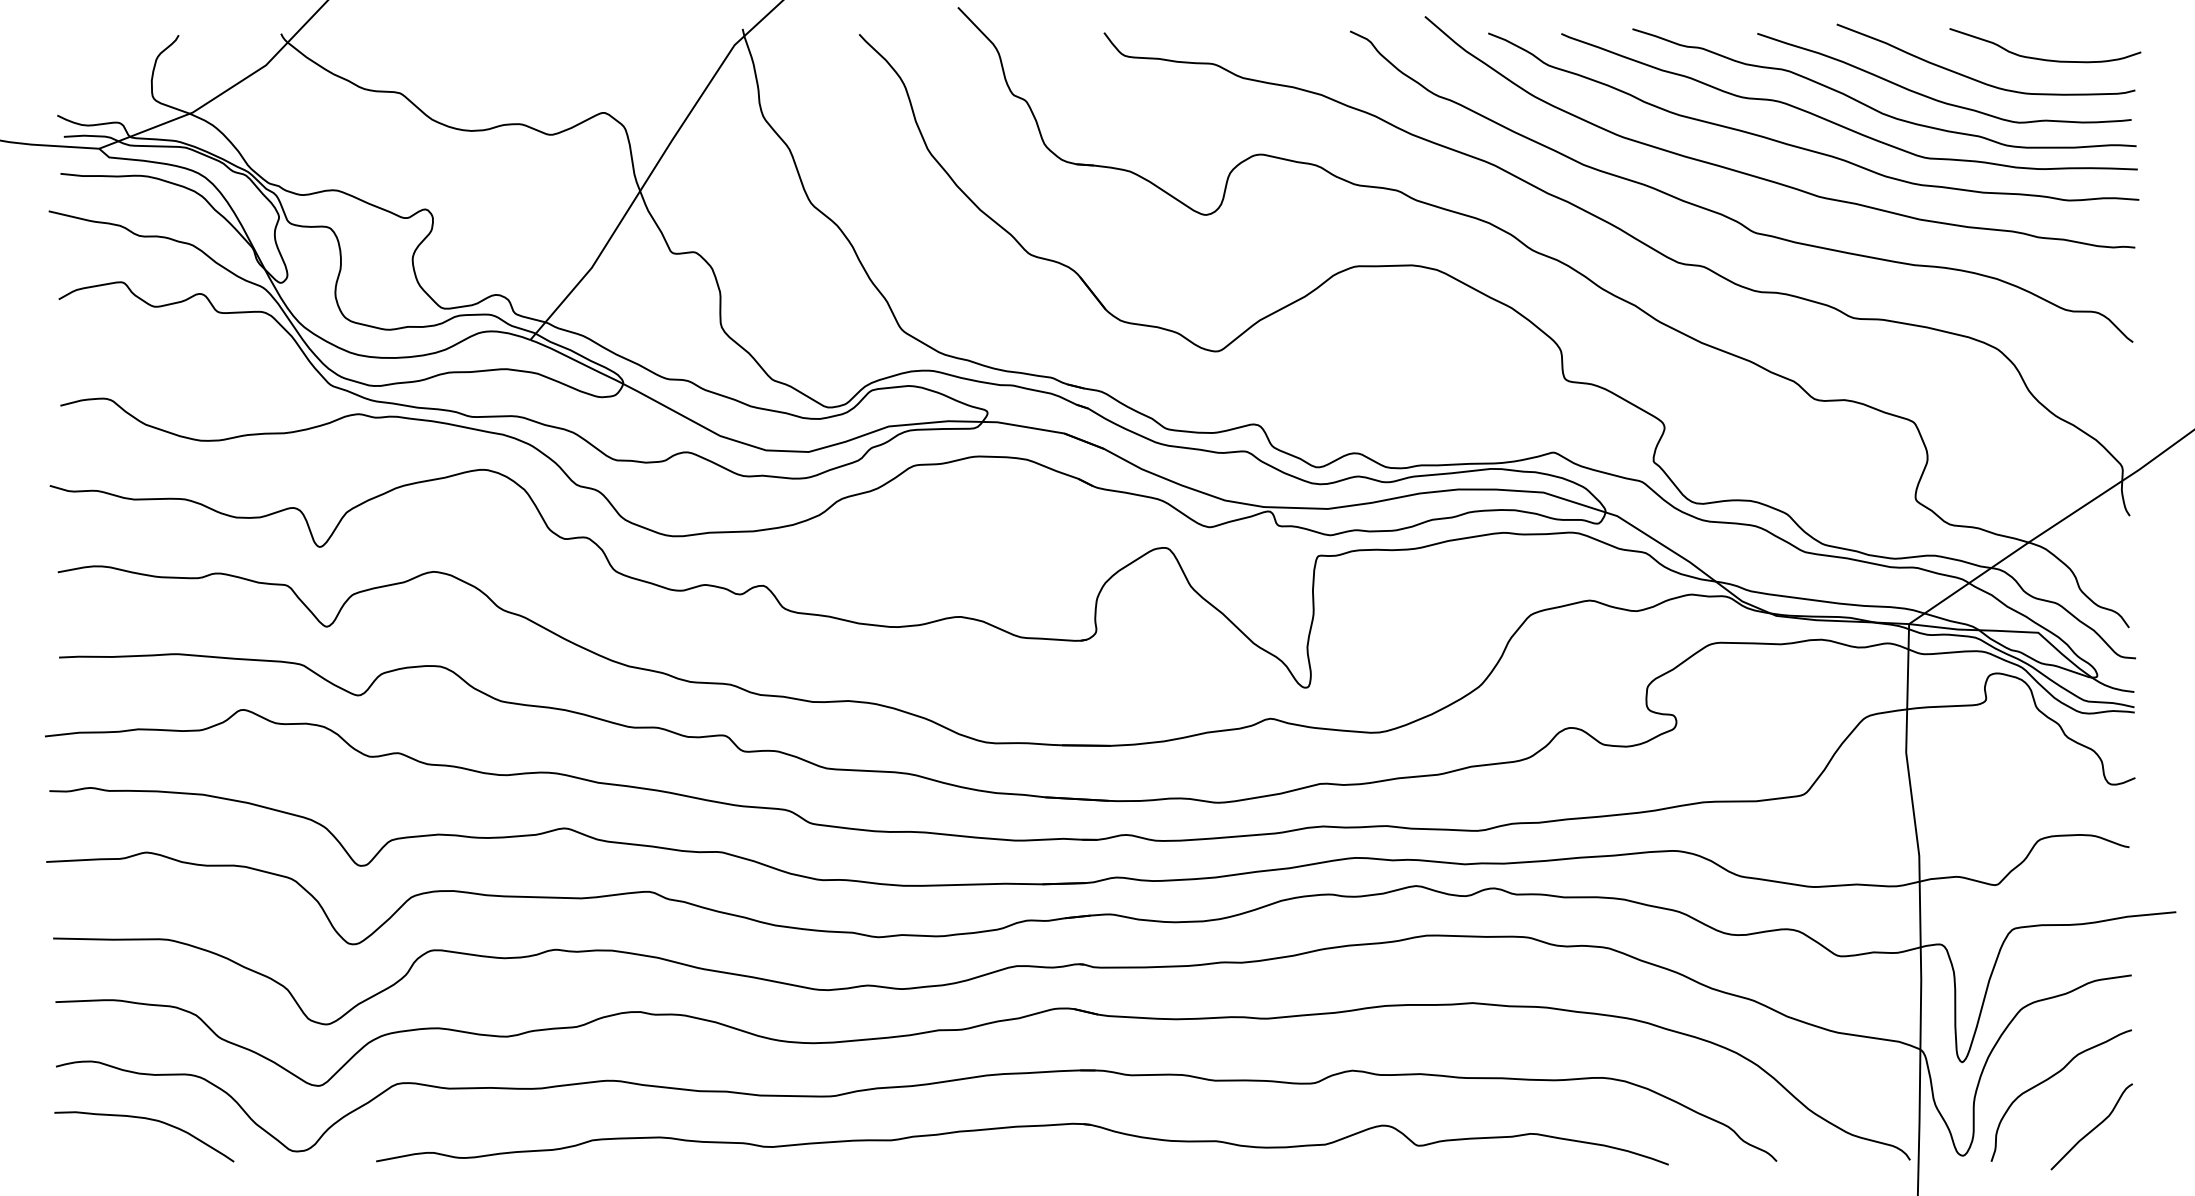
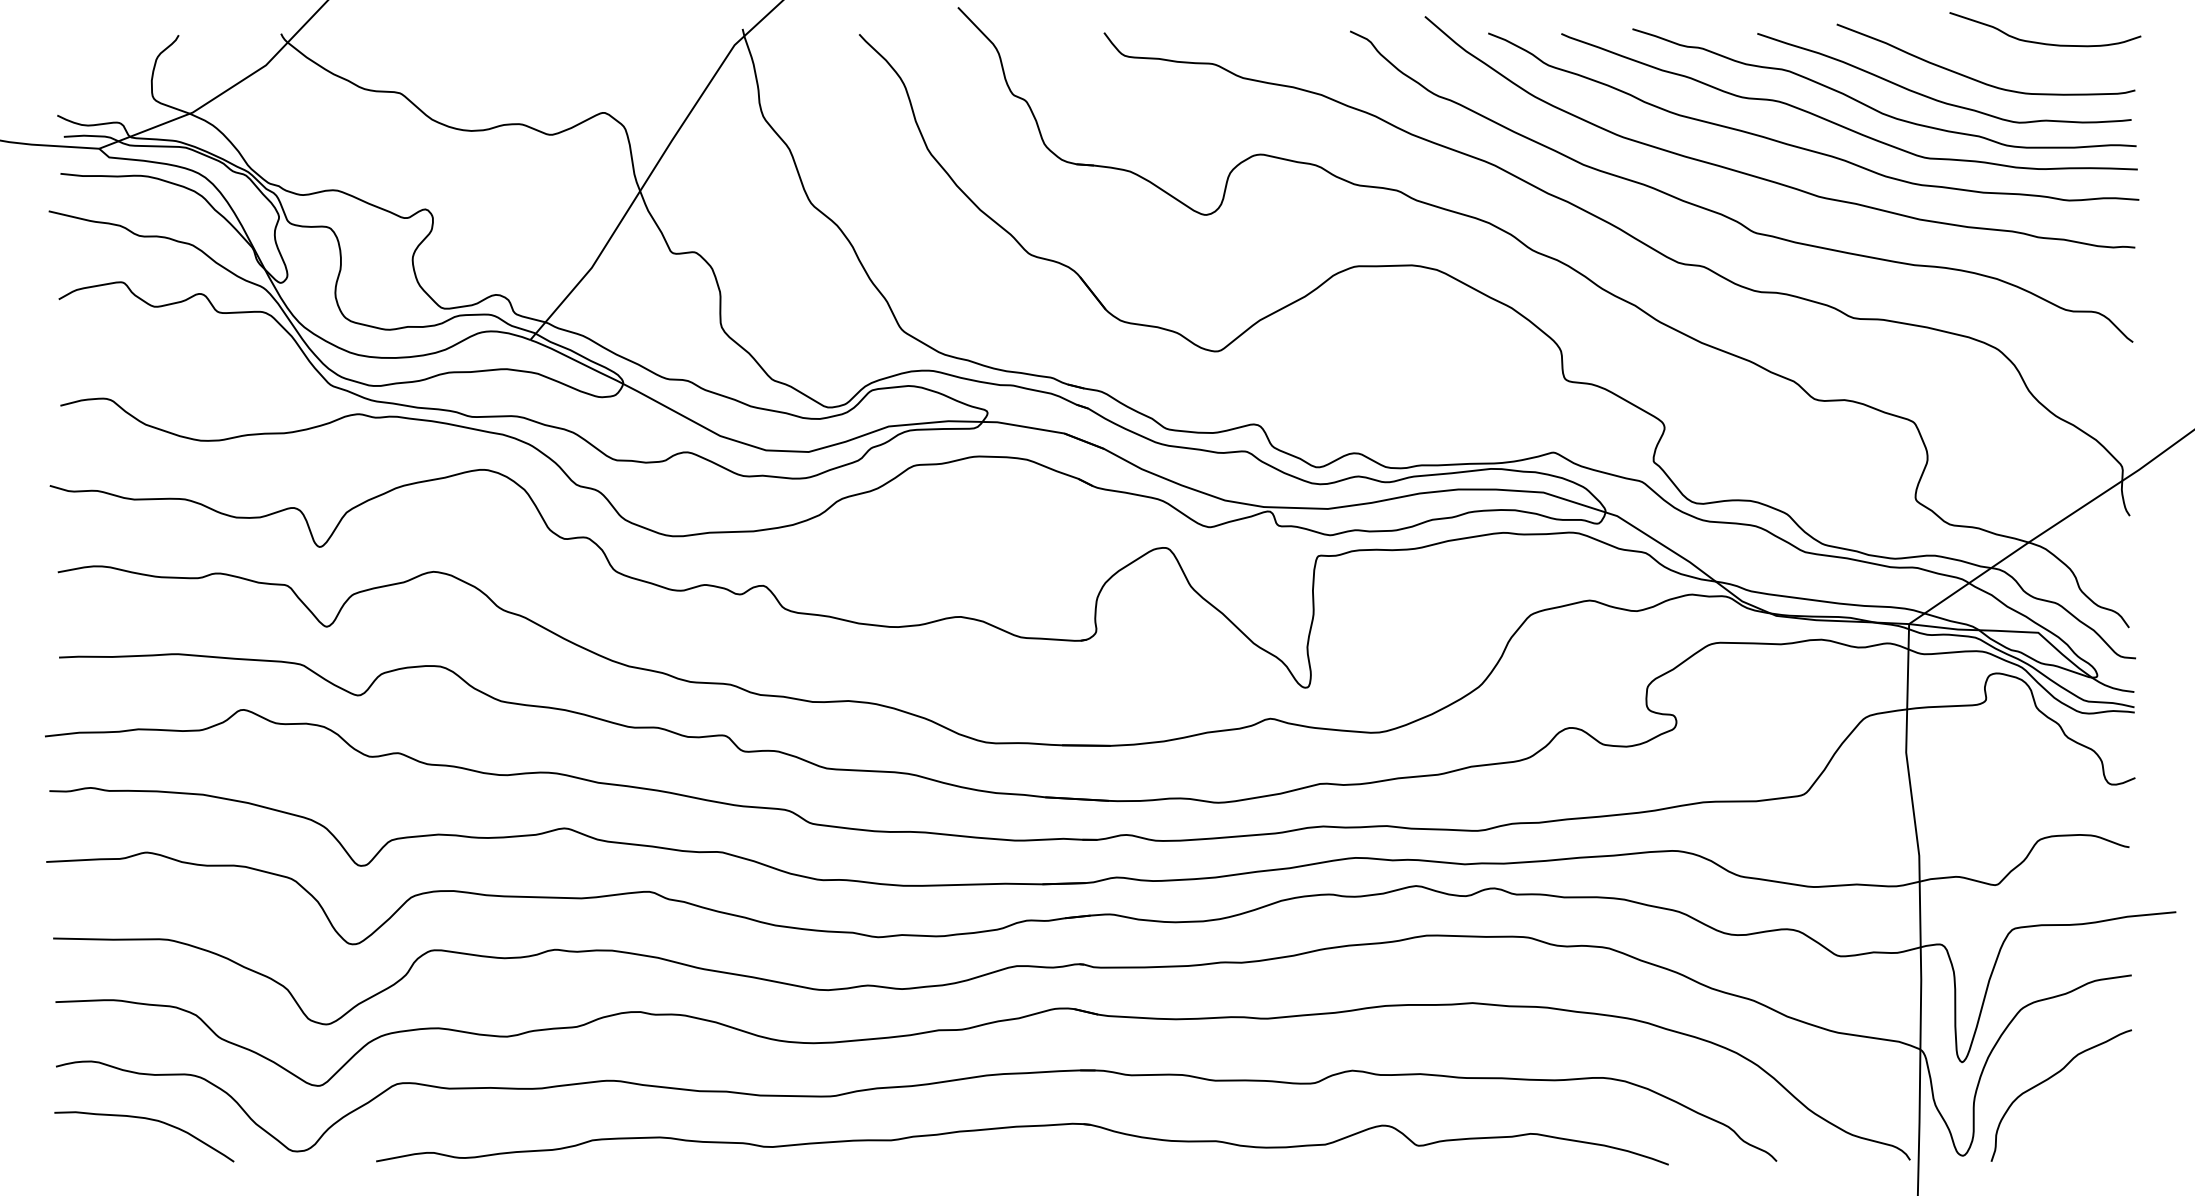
curve at (2042, 58) position: (2042, 58) -> (2042, 42)
curve at (2093, 1128): present -> none
